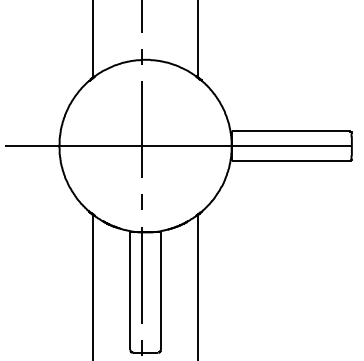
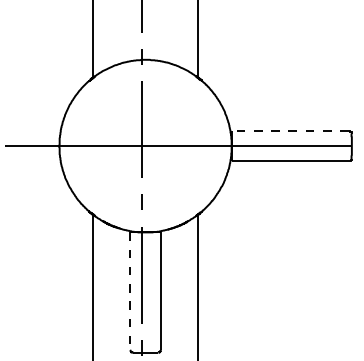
line at (290, 130): solid -> dashed
line at (130, 291): solid -> dashed
